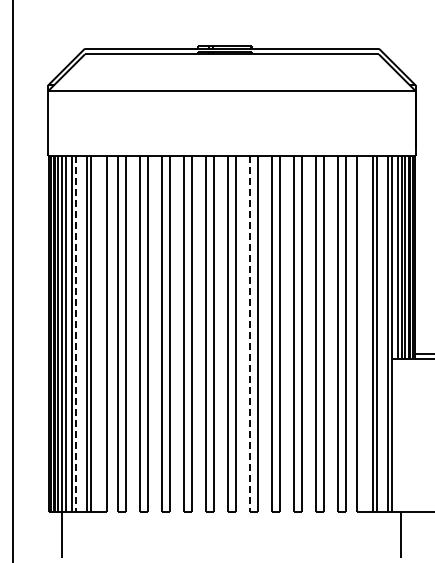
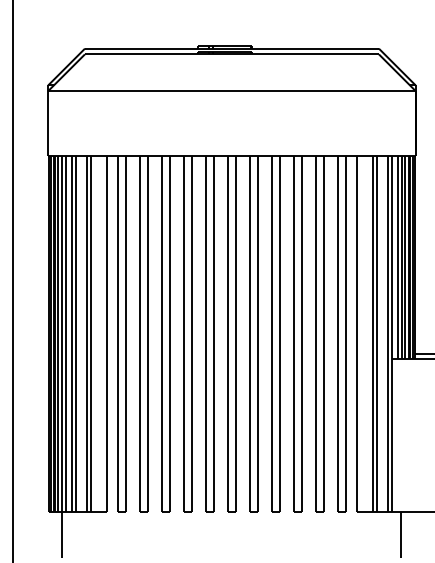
line at (76, 334): dashed -> solid
line at (250, 334): dashed -> solid
